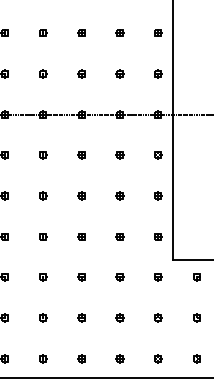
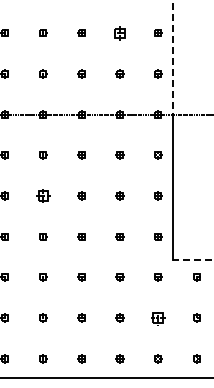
part at (119, 32) size: 10x8 px -> 12x15 px
line at (172, 57): solid -> dashed
part at (43, 195) size: 9x10 px -> 15x14 px
line at (192, 259): solid -> dashed
part at (158, 317) size: 9x10 px -> 15x14 px
